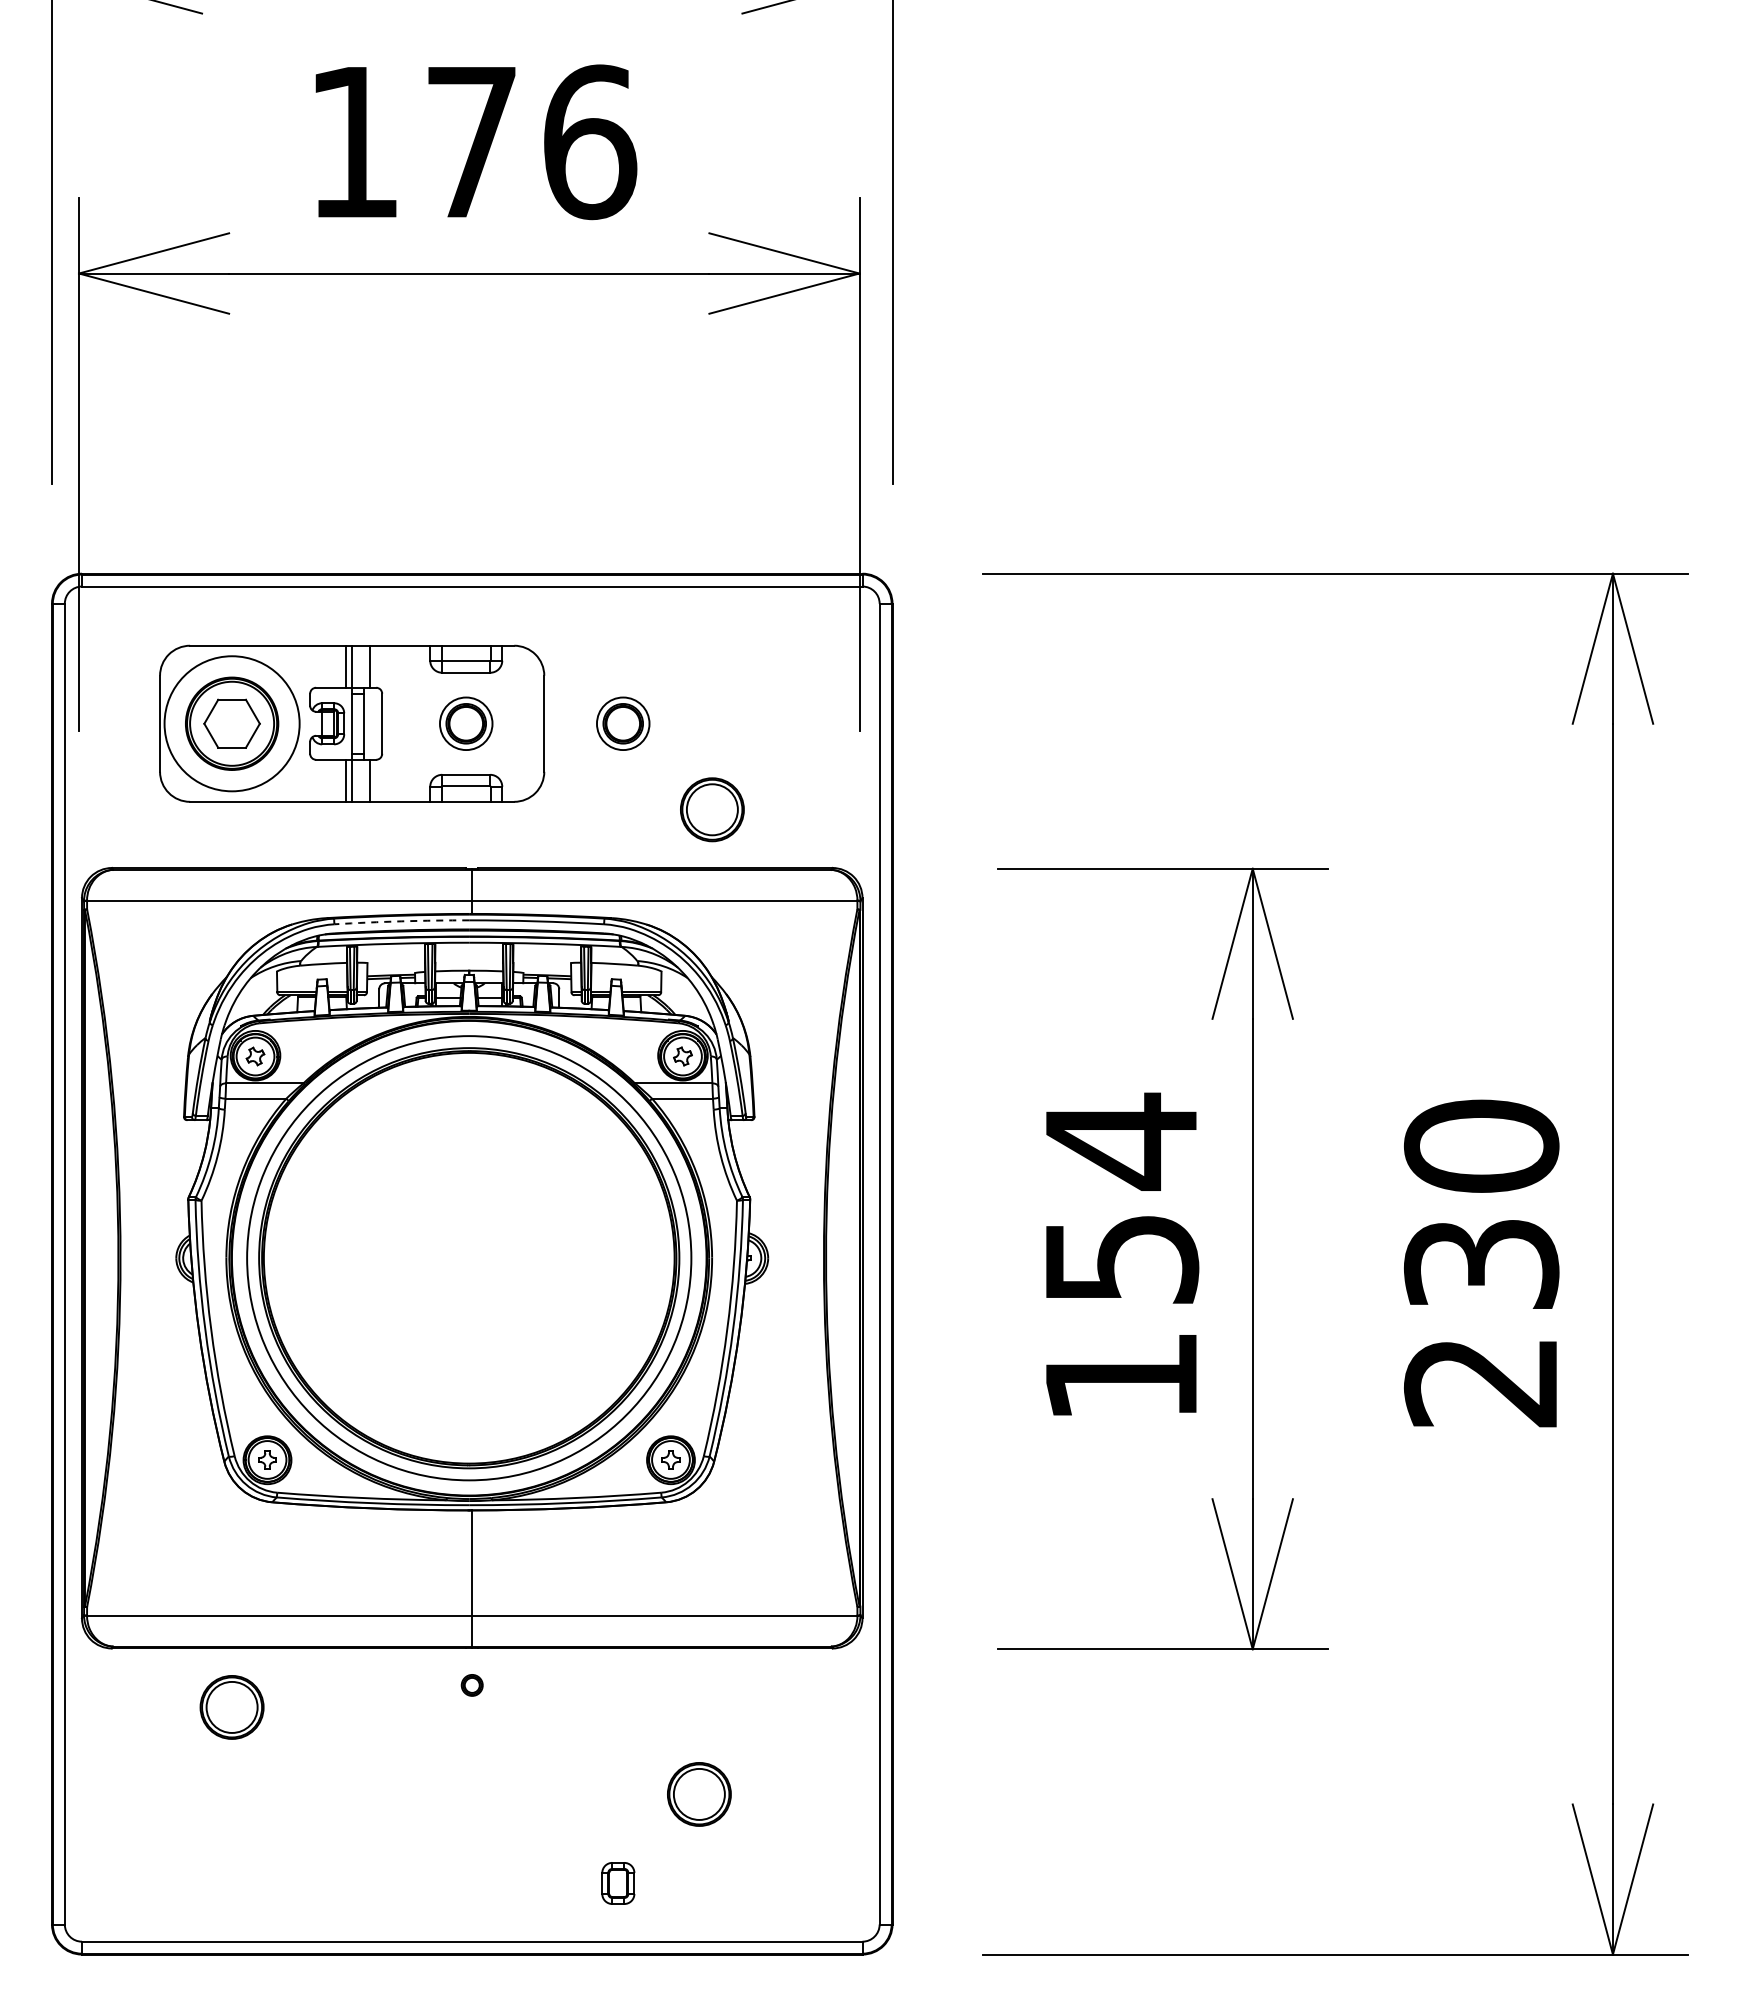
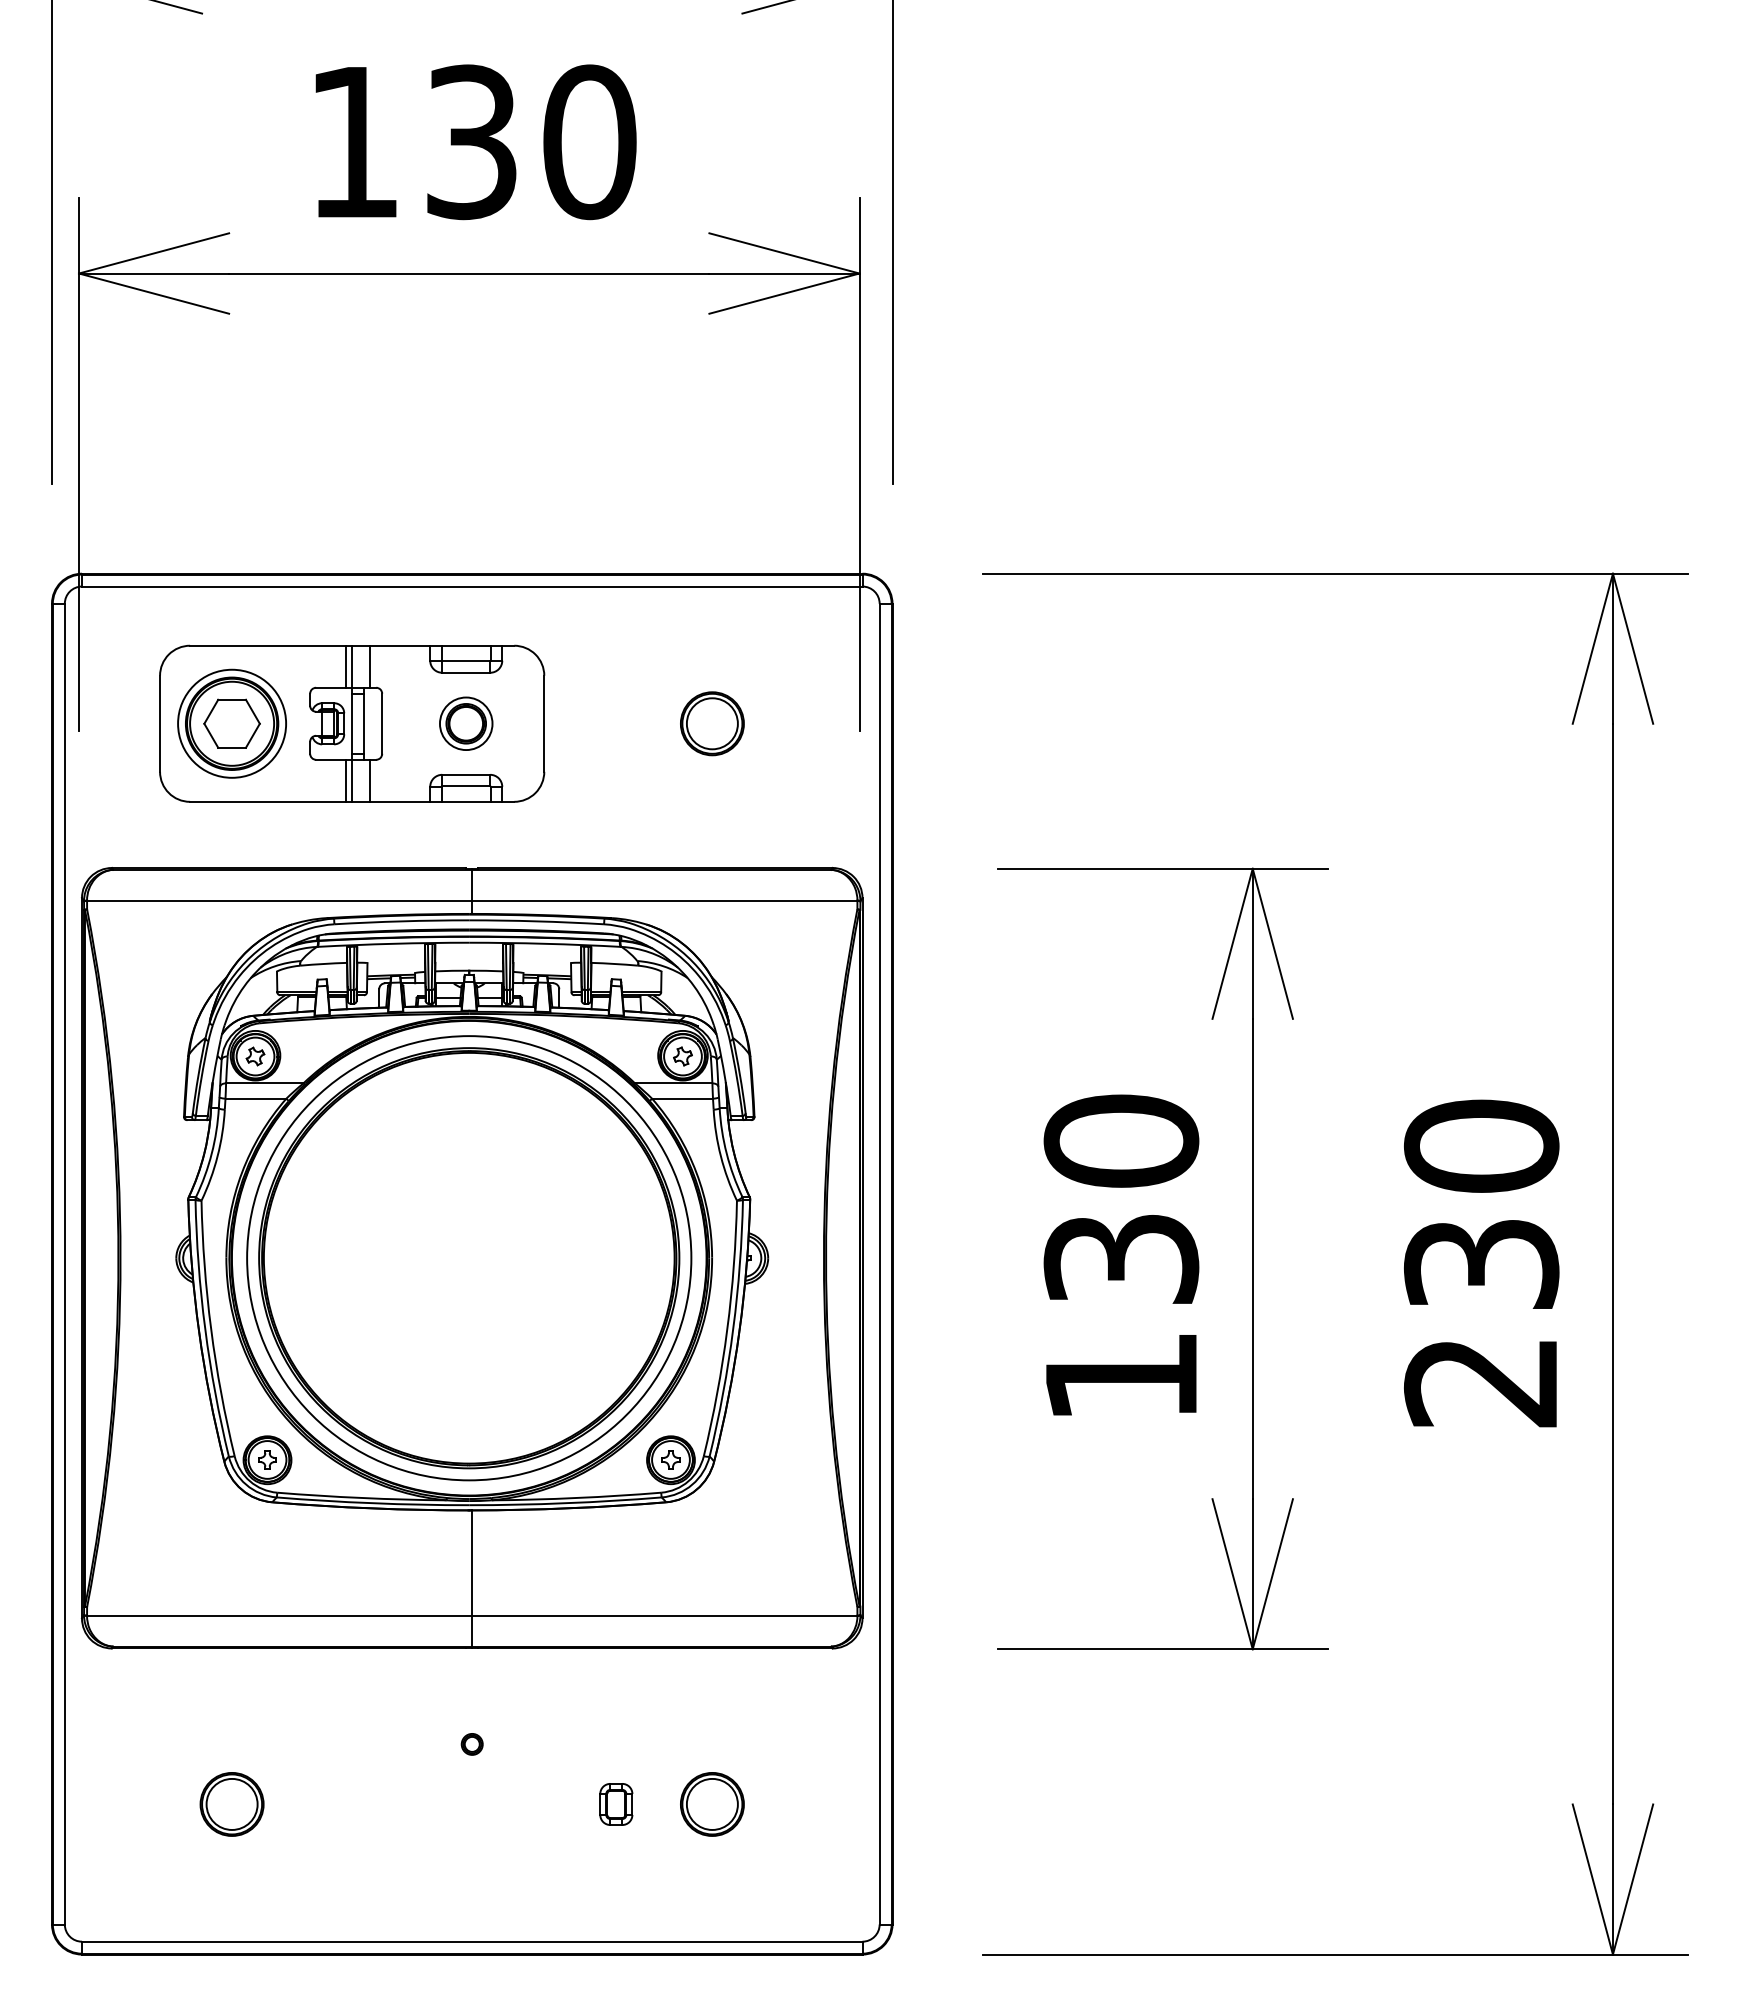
text at (532, 142): 176 -> 130
circle at (231, 723) diameter: 135 px -> 108 px
part at (623, 723): present -> none
part at (712, 809) position: (712, 809) -> (712, 723)
arc at (401, 921): dashed -> solid
text at (1121, 1197): 154 -> 130
part at (471, 1685) position: (471, 1685) -> (471, 1744)
part at (231, 1707) position: (231, 1707) -> (231, 1804)
part at (699, 1794) position: (699, 1794) -> (712, 1804)
part at (618, 1883) position: (618, 1883) -> (616, 1804)
